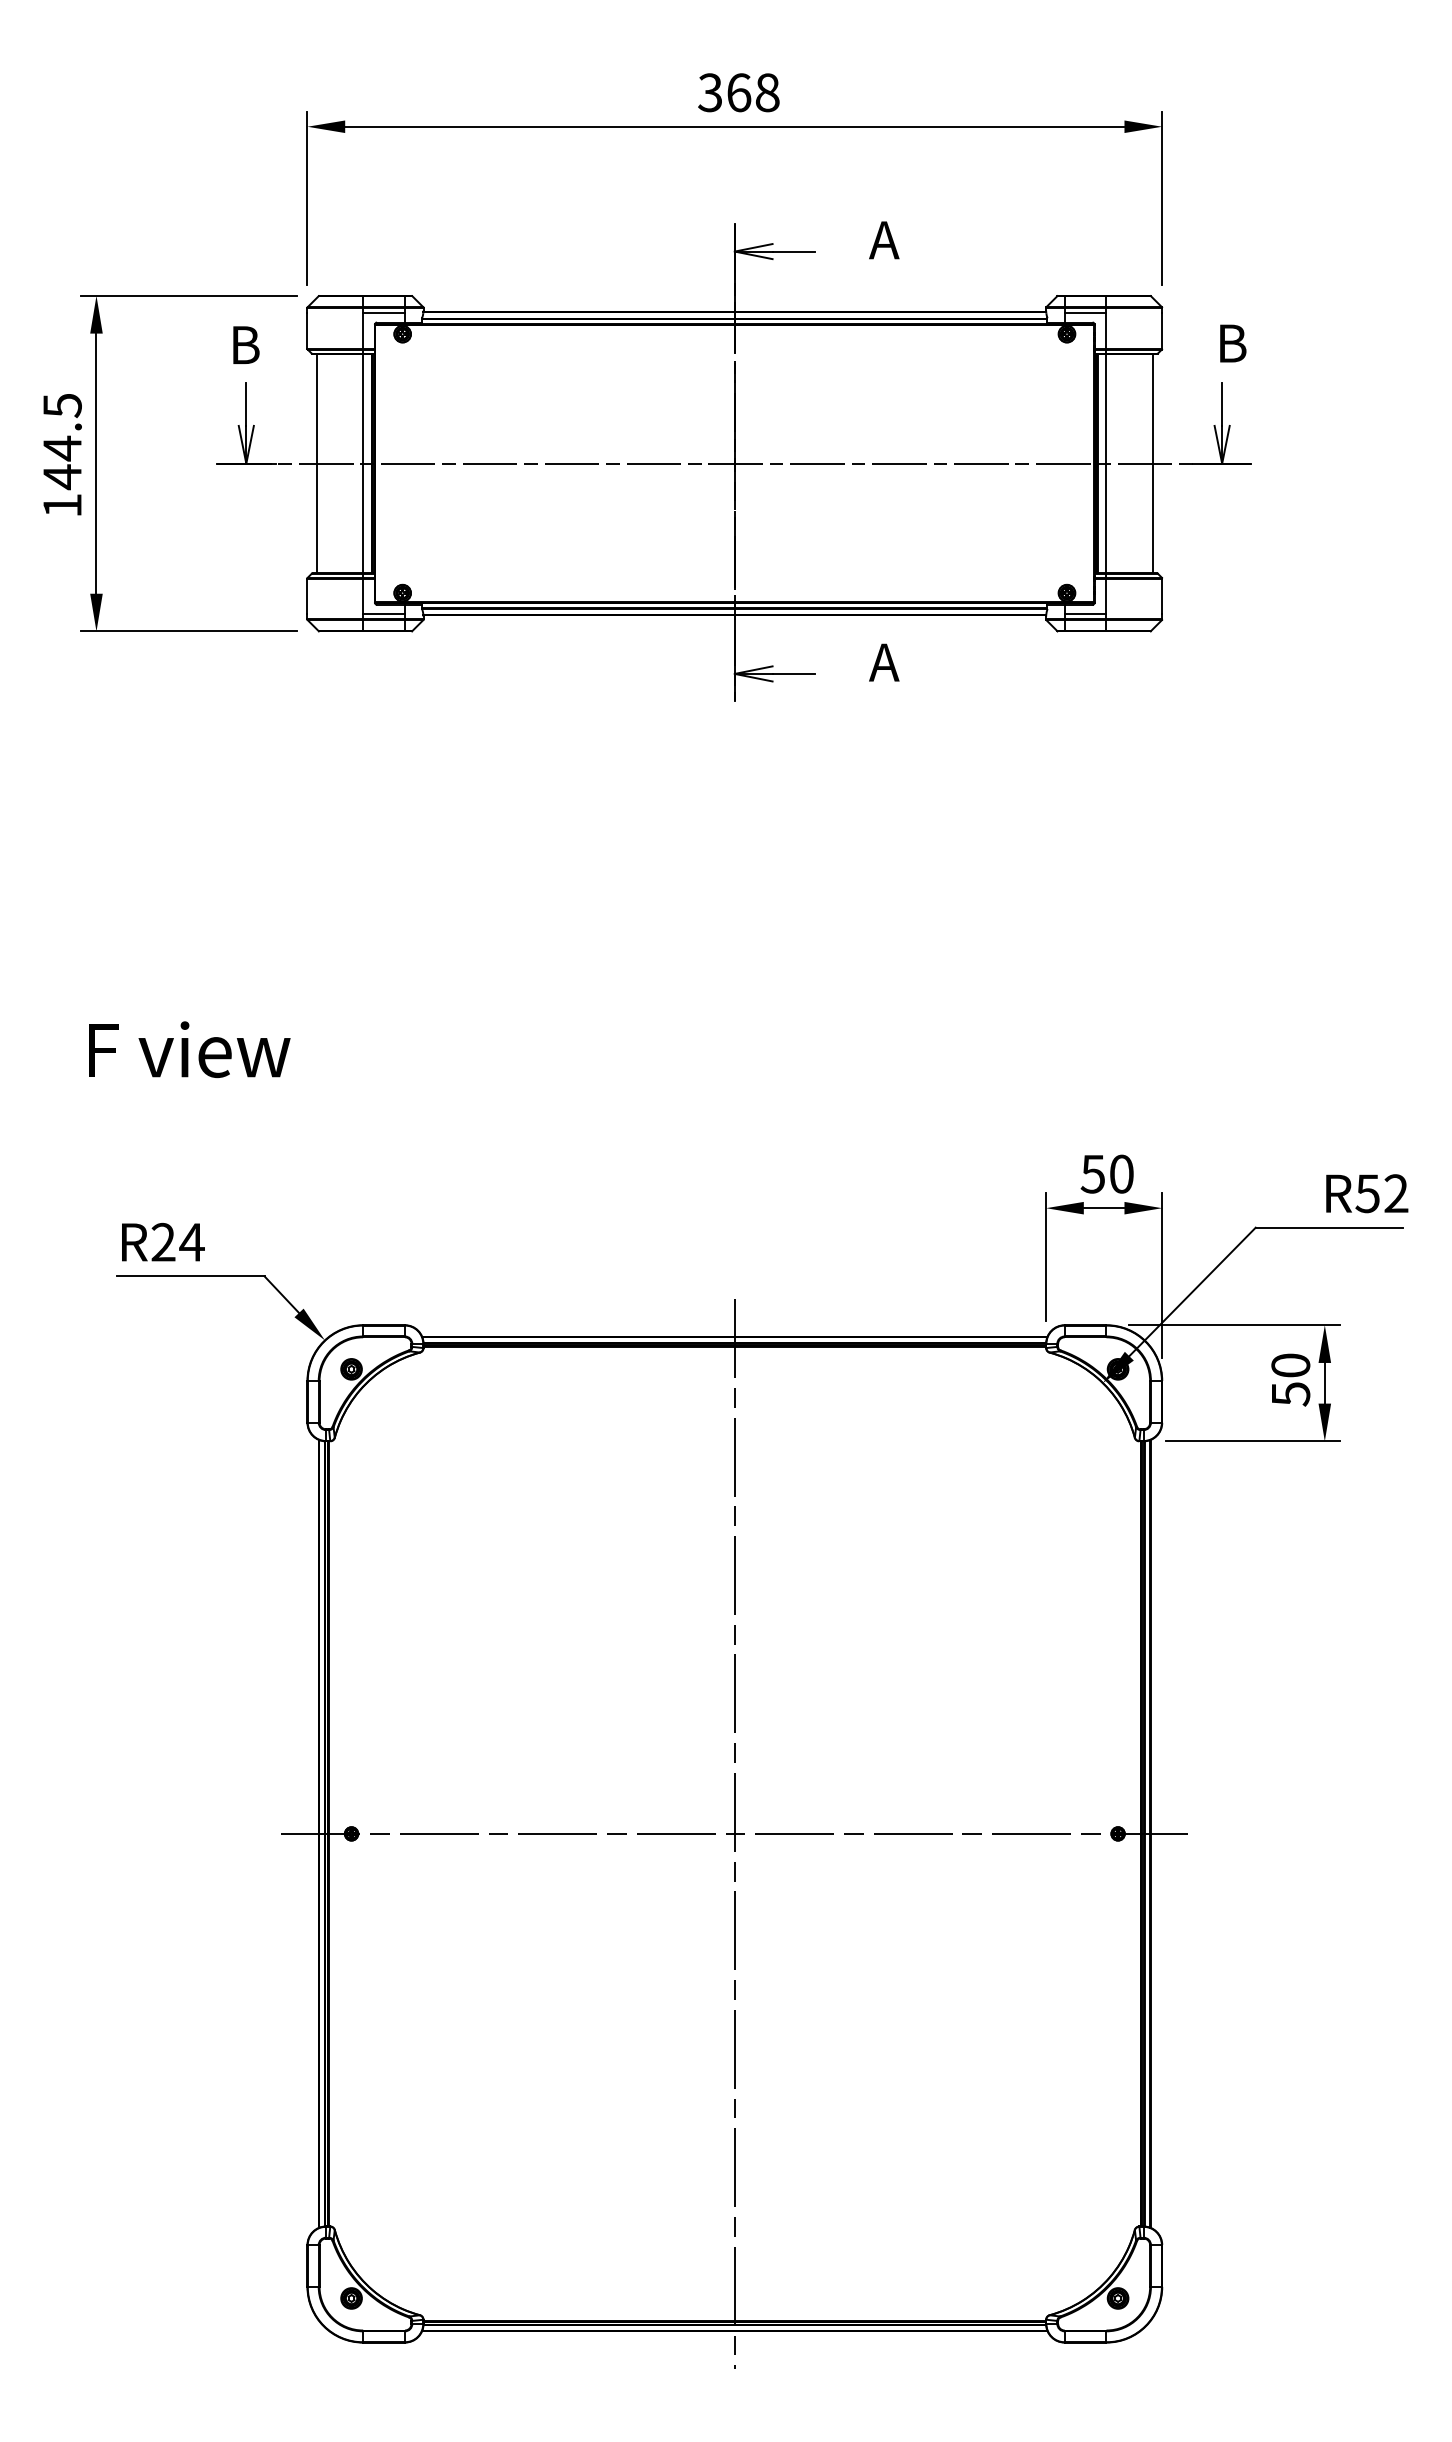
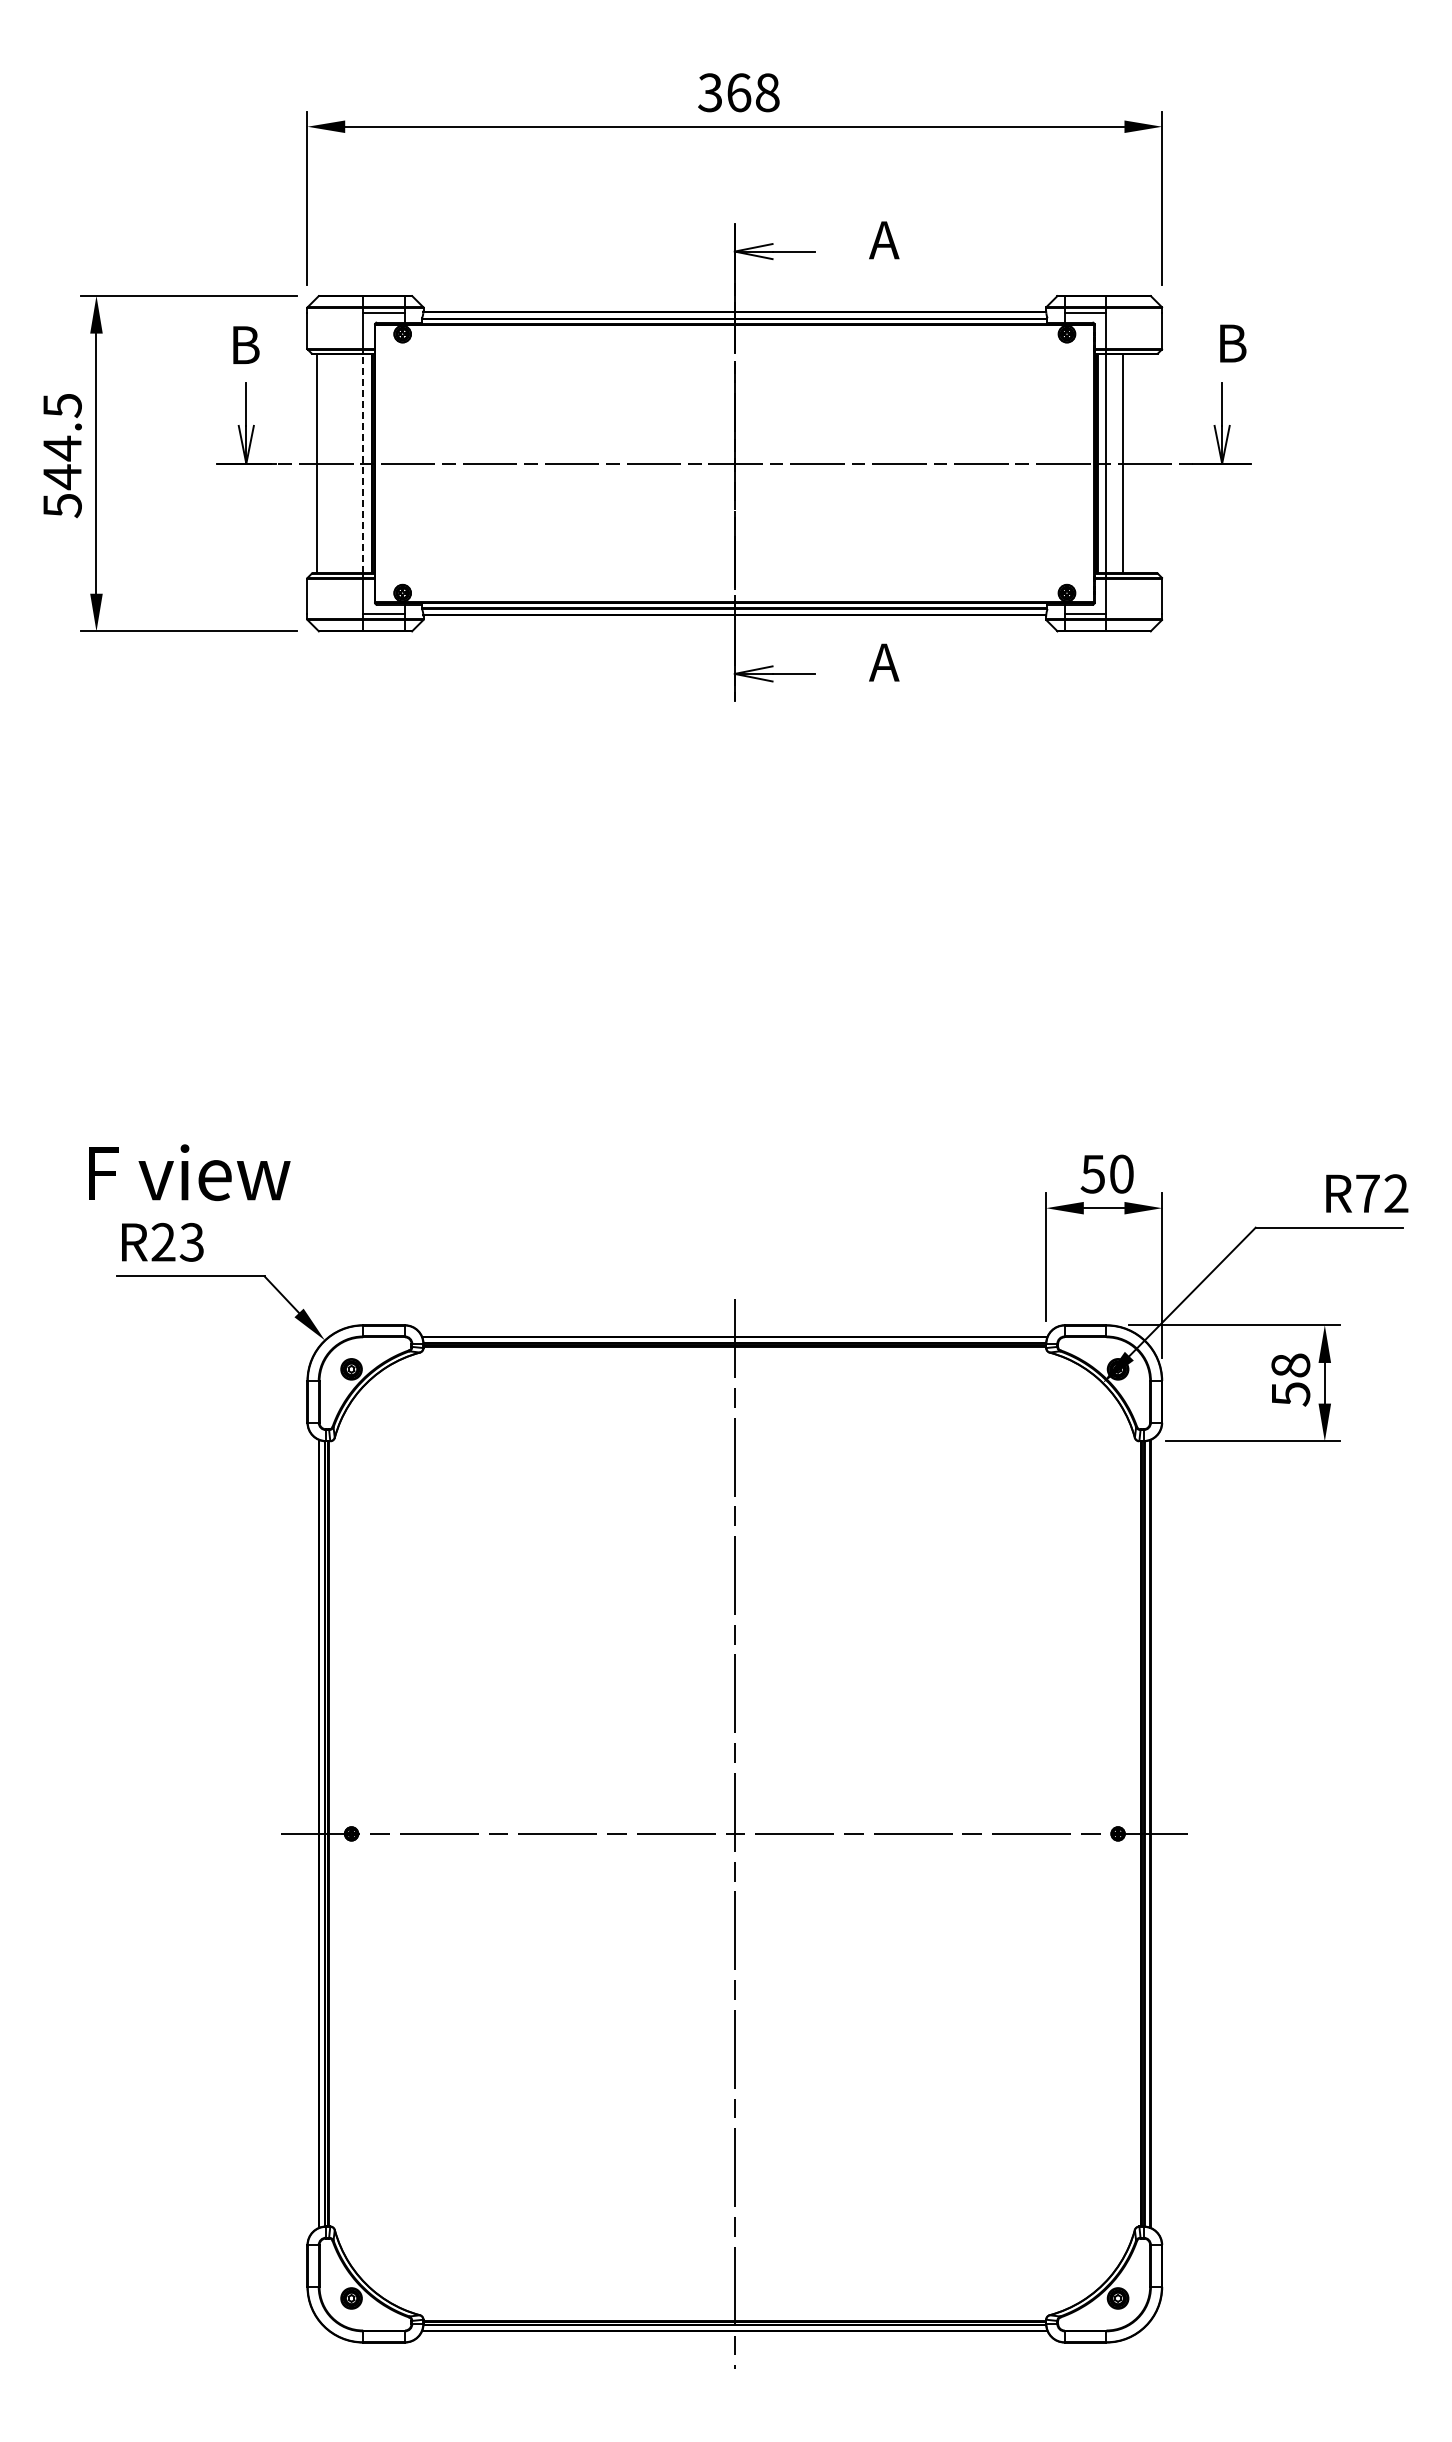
line at (363, 463): solid -> dashed
line at (1152, 463) position: (1152, 463) -> (1122, 463)
text at (62, 506): 144.5 -> 544.5
text at (189, 1049) position: (189, 1049) -> (189, 1172)
text at (1367, 1193): R52 -> R72
text at (191, 1241): R24 -> R23
text at (1290, 1365): 50 -> 58
